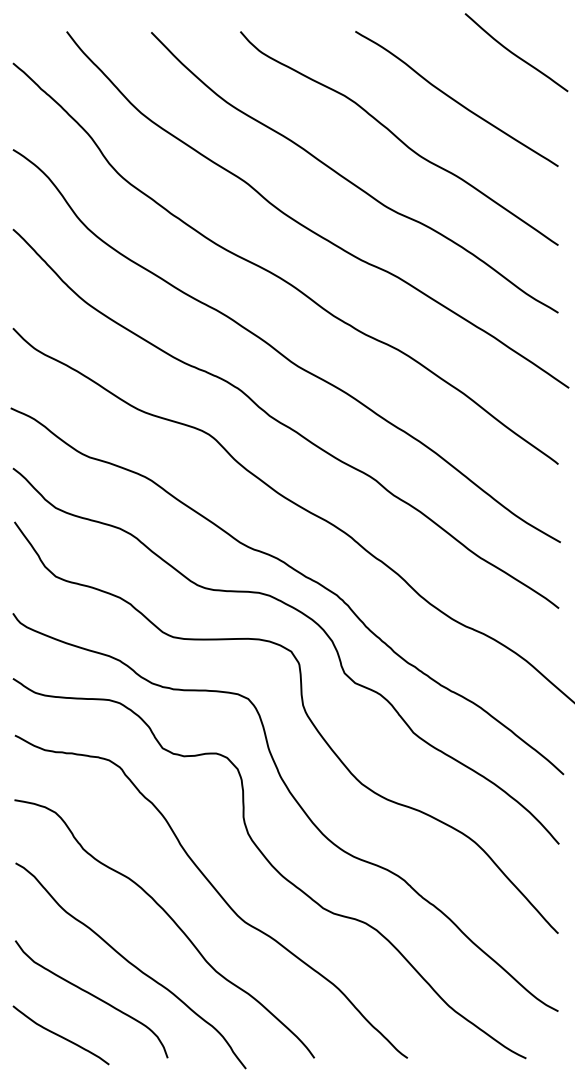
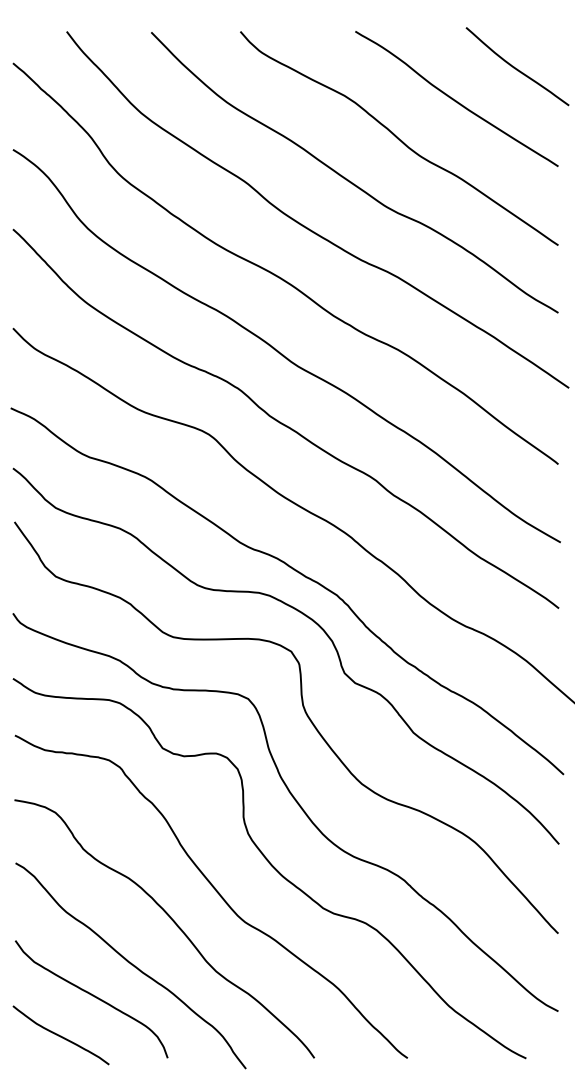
curve at (516, 54) position: (516, 54) -> (517, 68)
